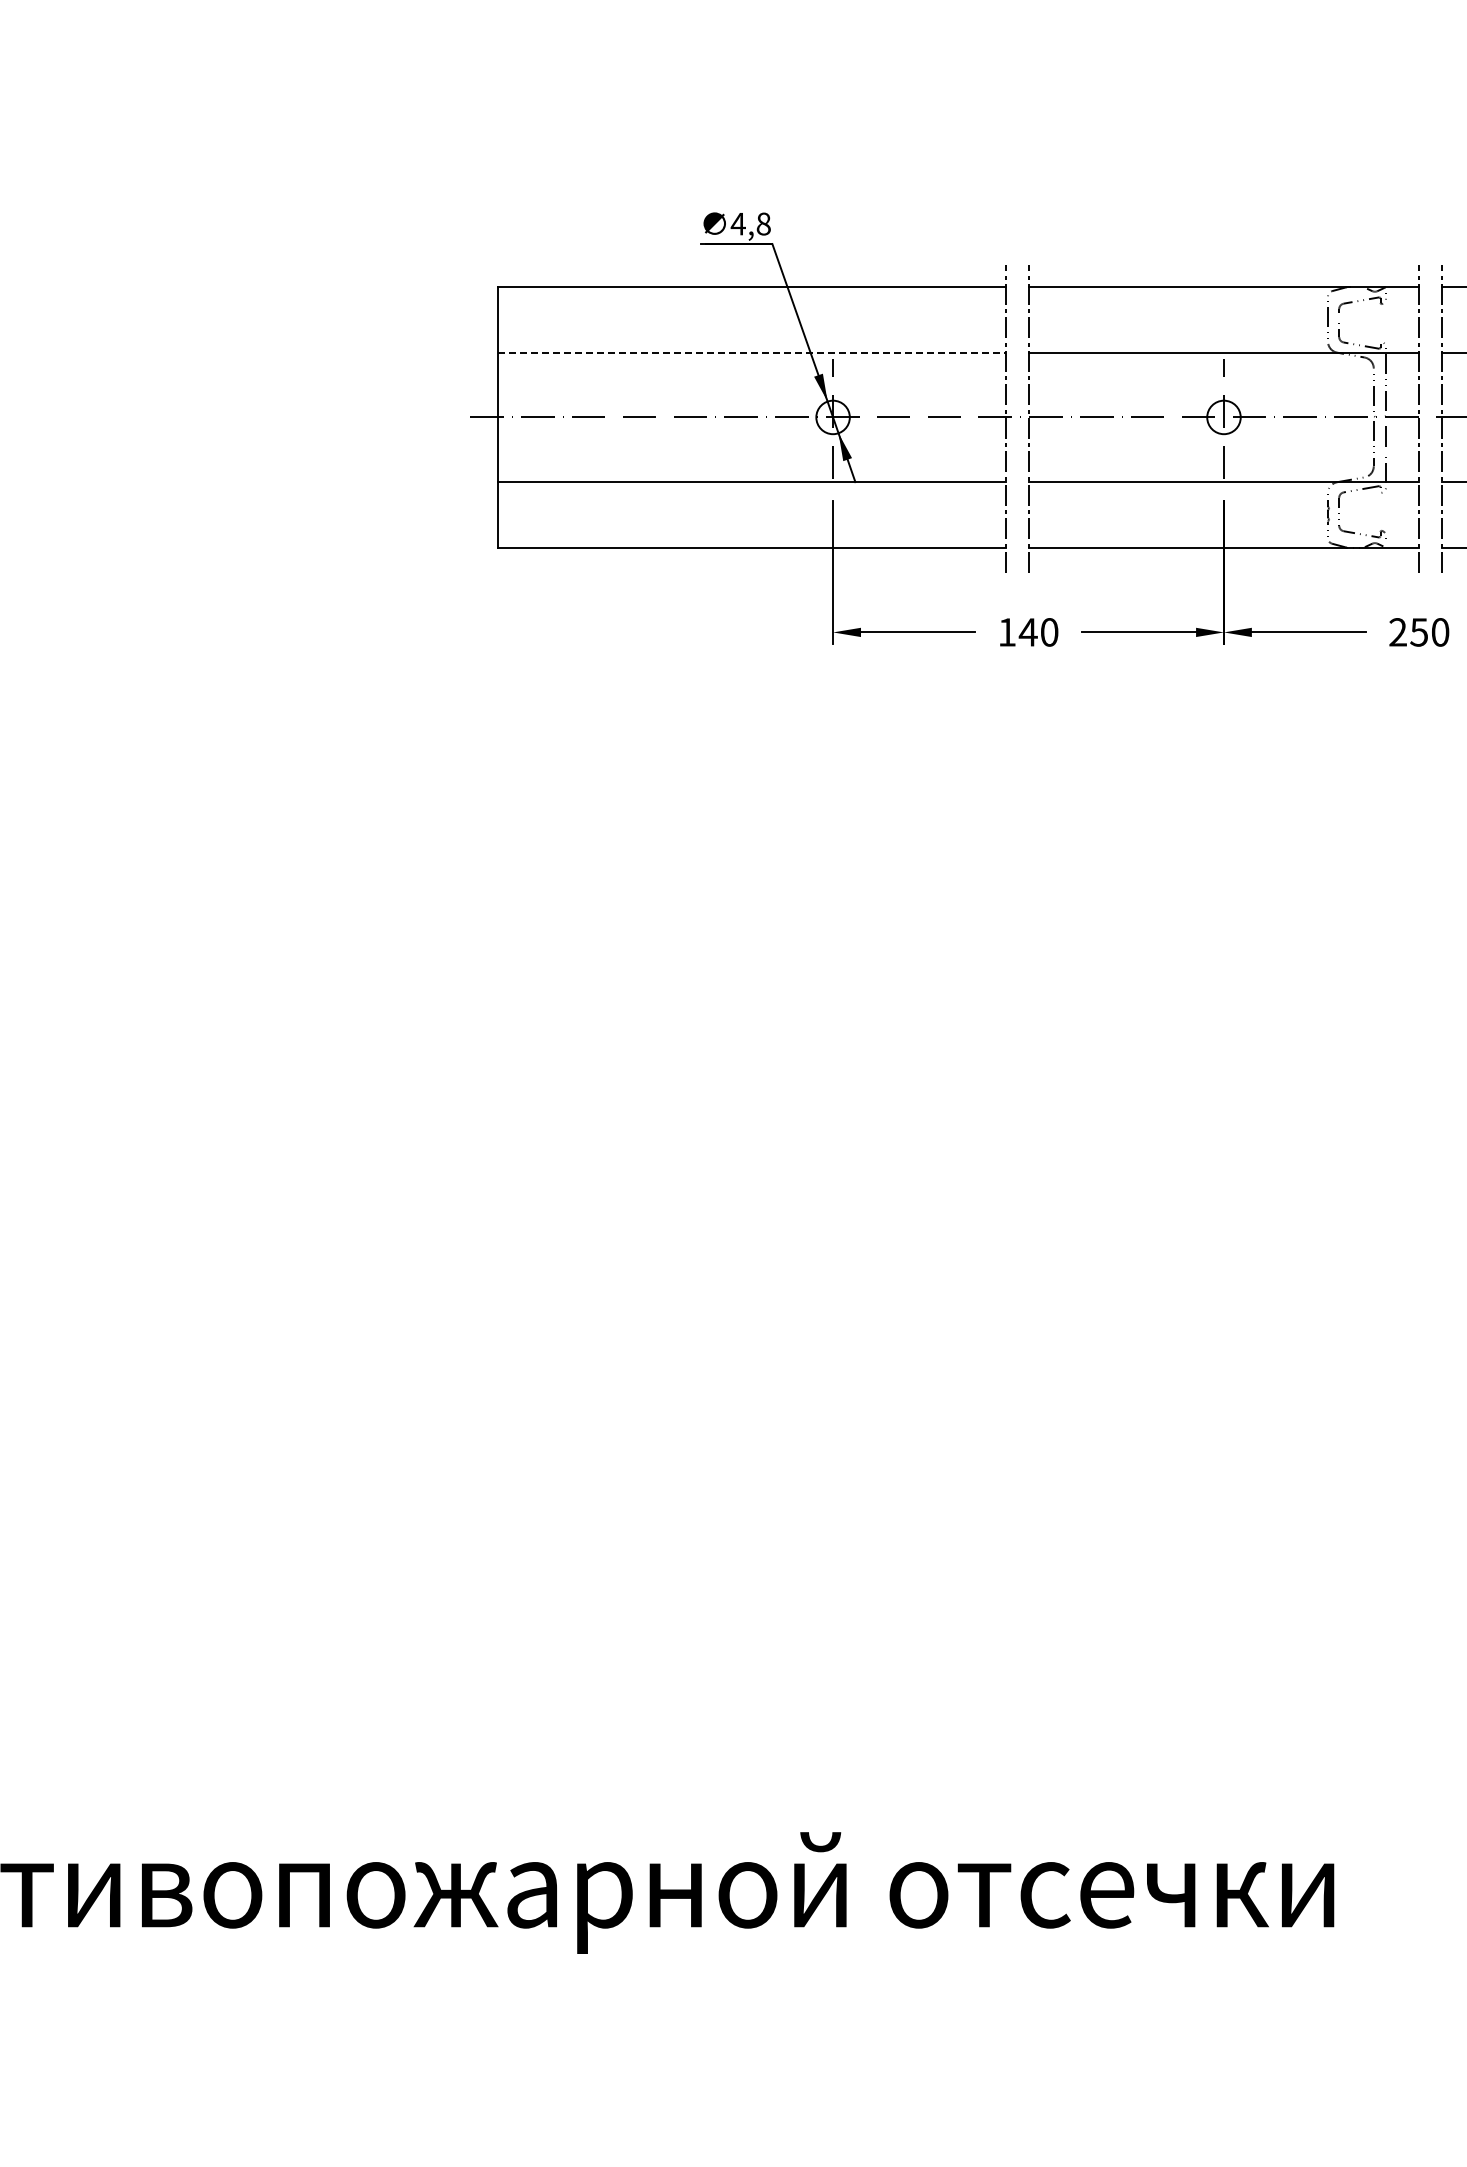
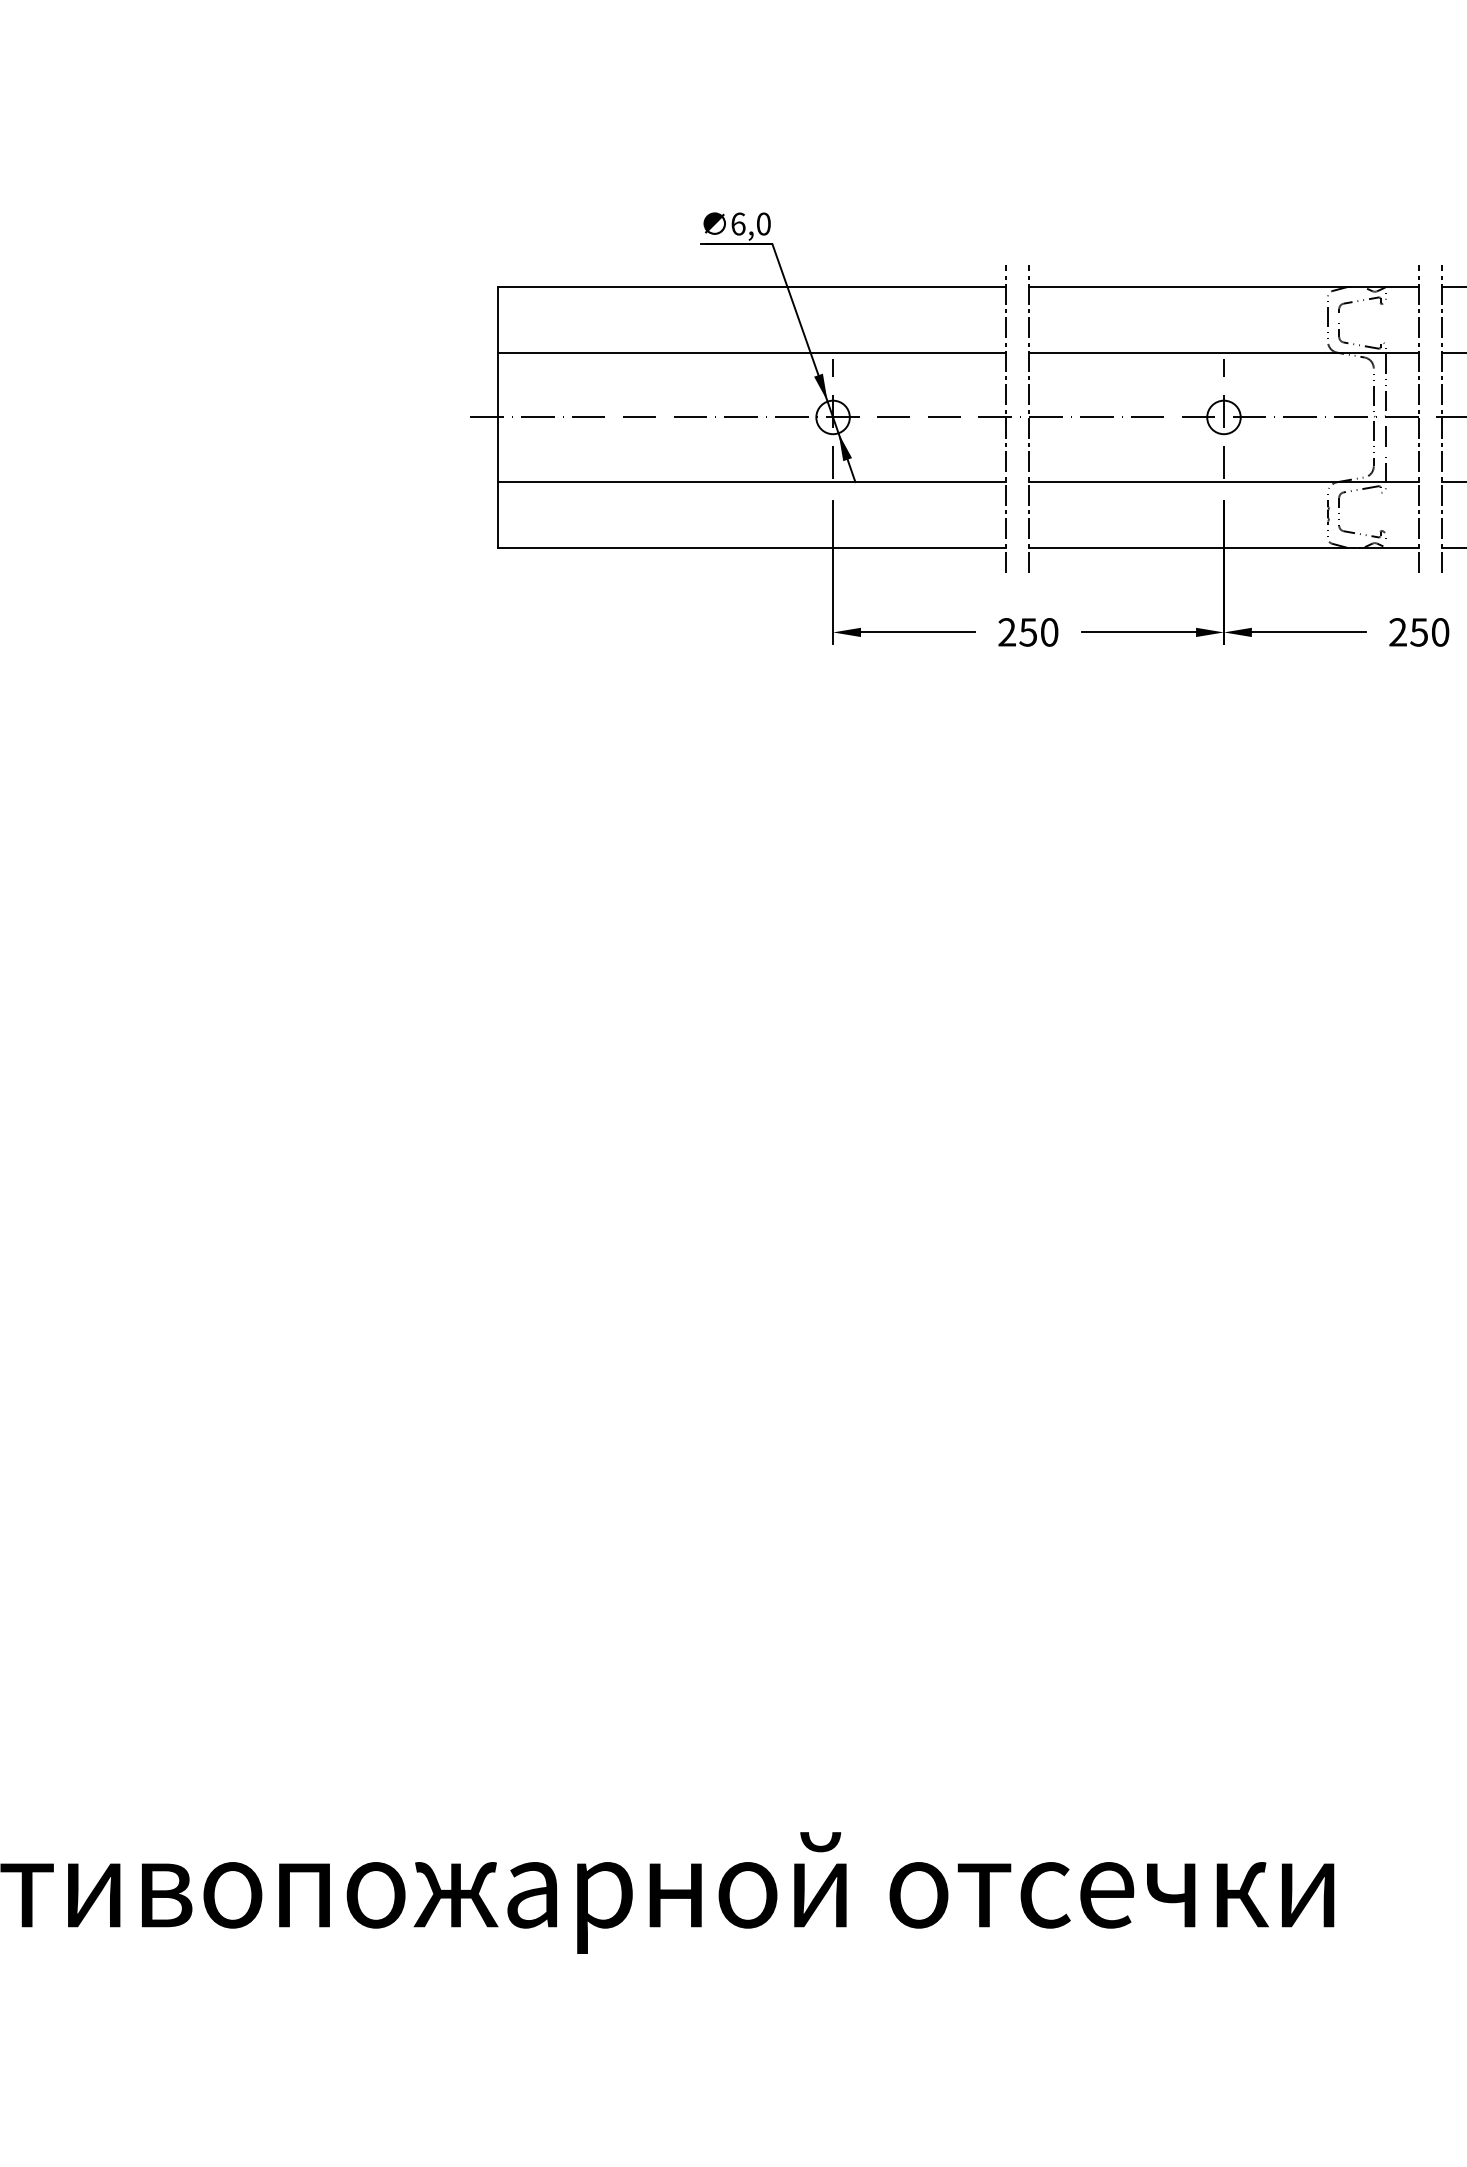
text at (750, 223): 4,8 -> 6,0
line at (752, 352): dashed -> solid
text at (1017, 632): 140 -> 250
